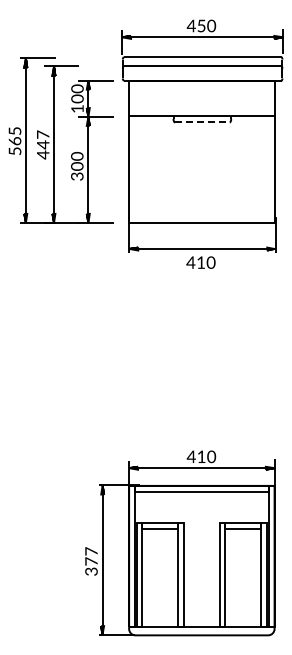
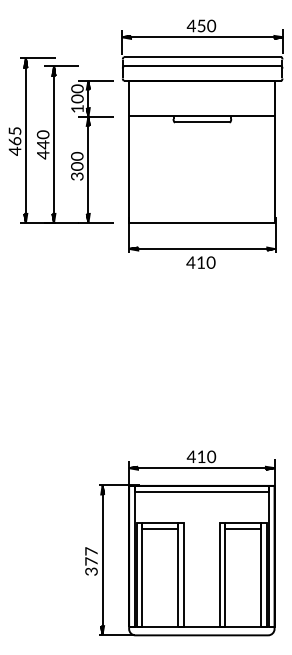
line at (202, 122): dashed -> solid
text at (42, 134): 447 -> 440
text at (14, 150): 565 -> 465
